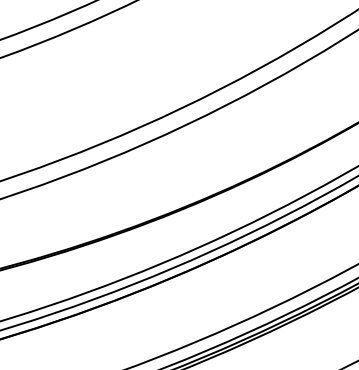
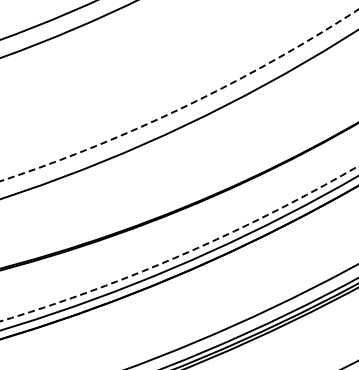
arc at (183, 107): solid -> dashed
arc at (185, 253): solid -> dashed
